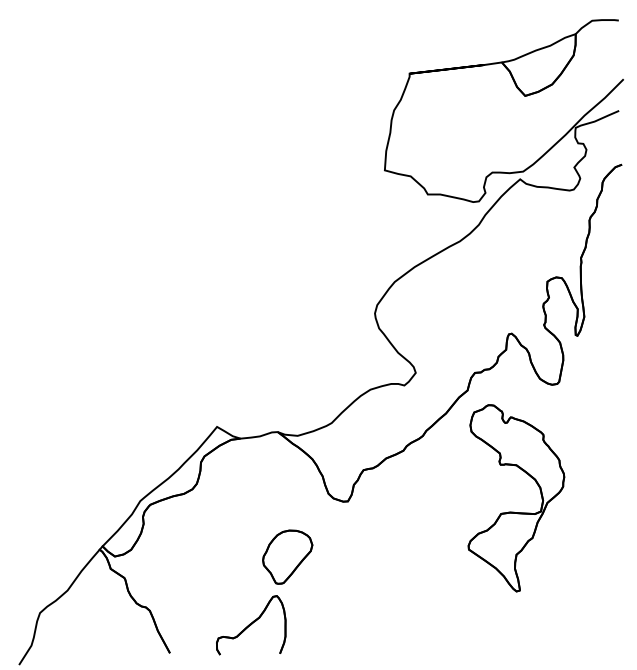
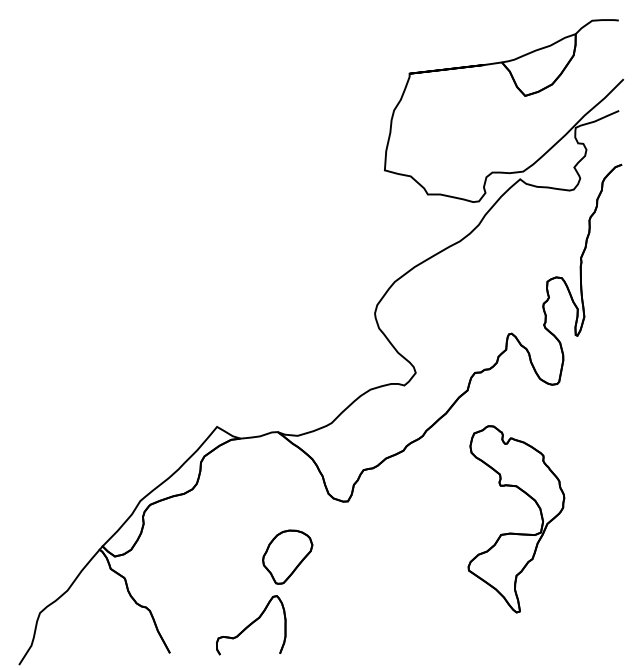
part at (514, 511) position: (514, 511) -> (514, 532)
